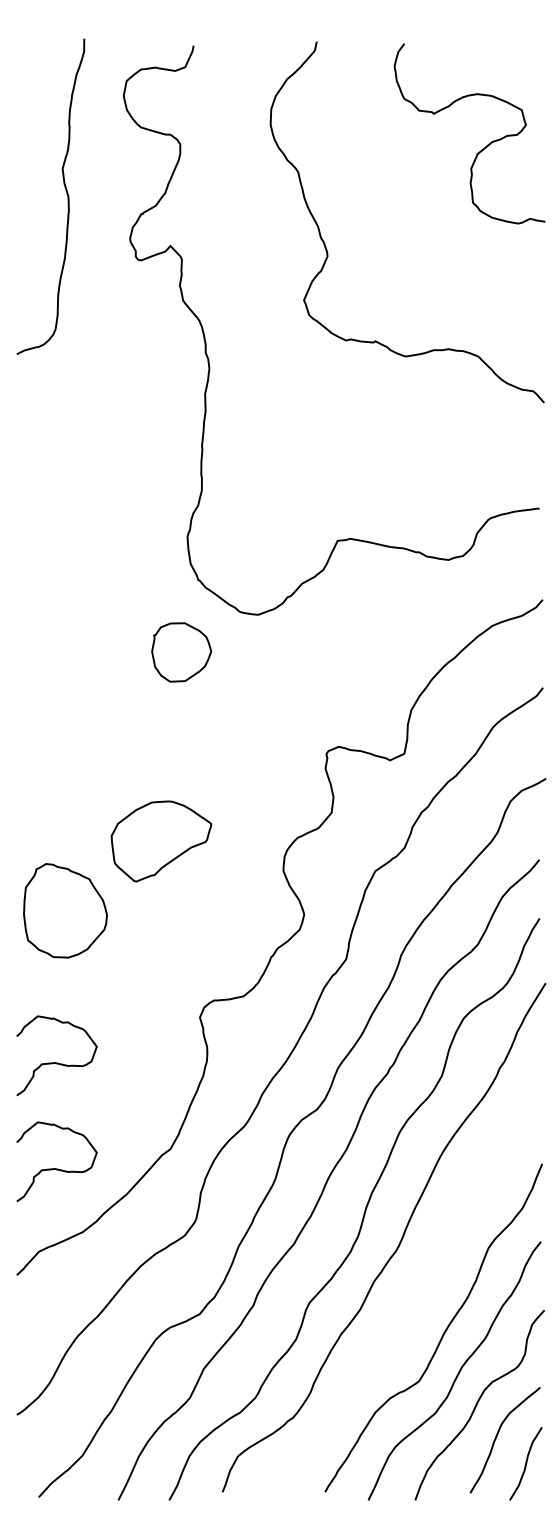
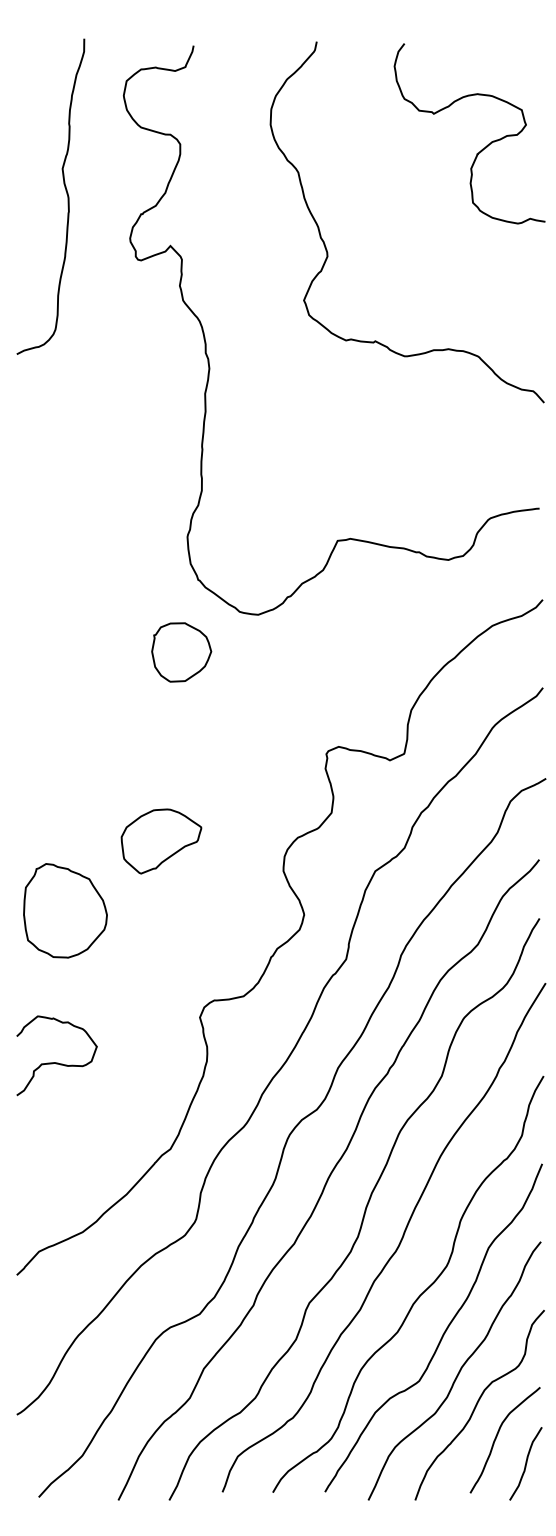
part at (161, 841) size: 103x83 px -> 83x67 px
curve at (56, 1168): present -> none
curve at (419, 1294): none -> present
